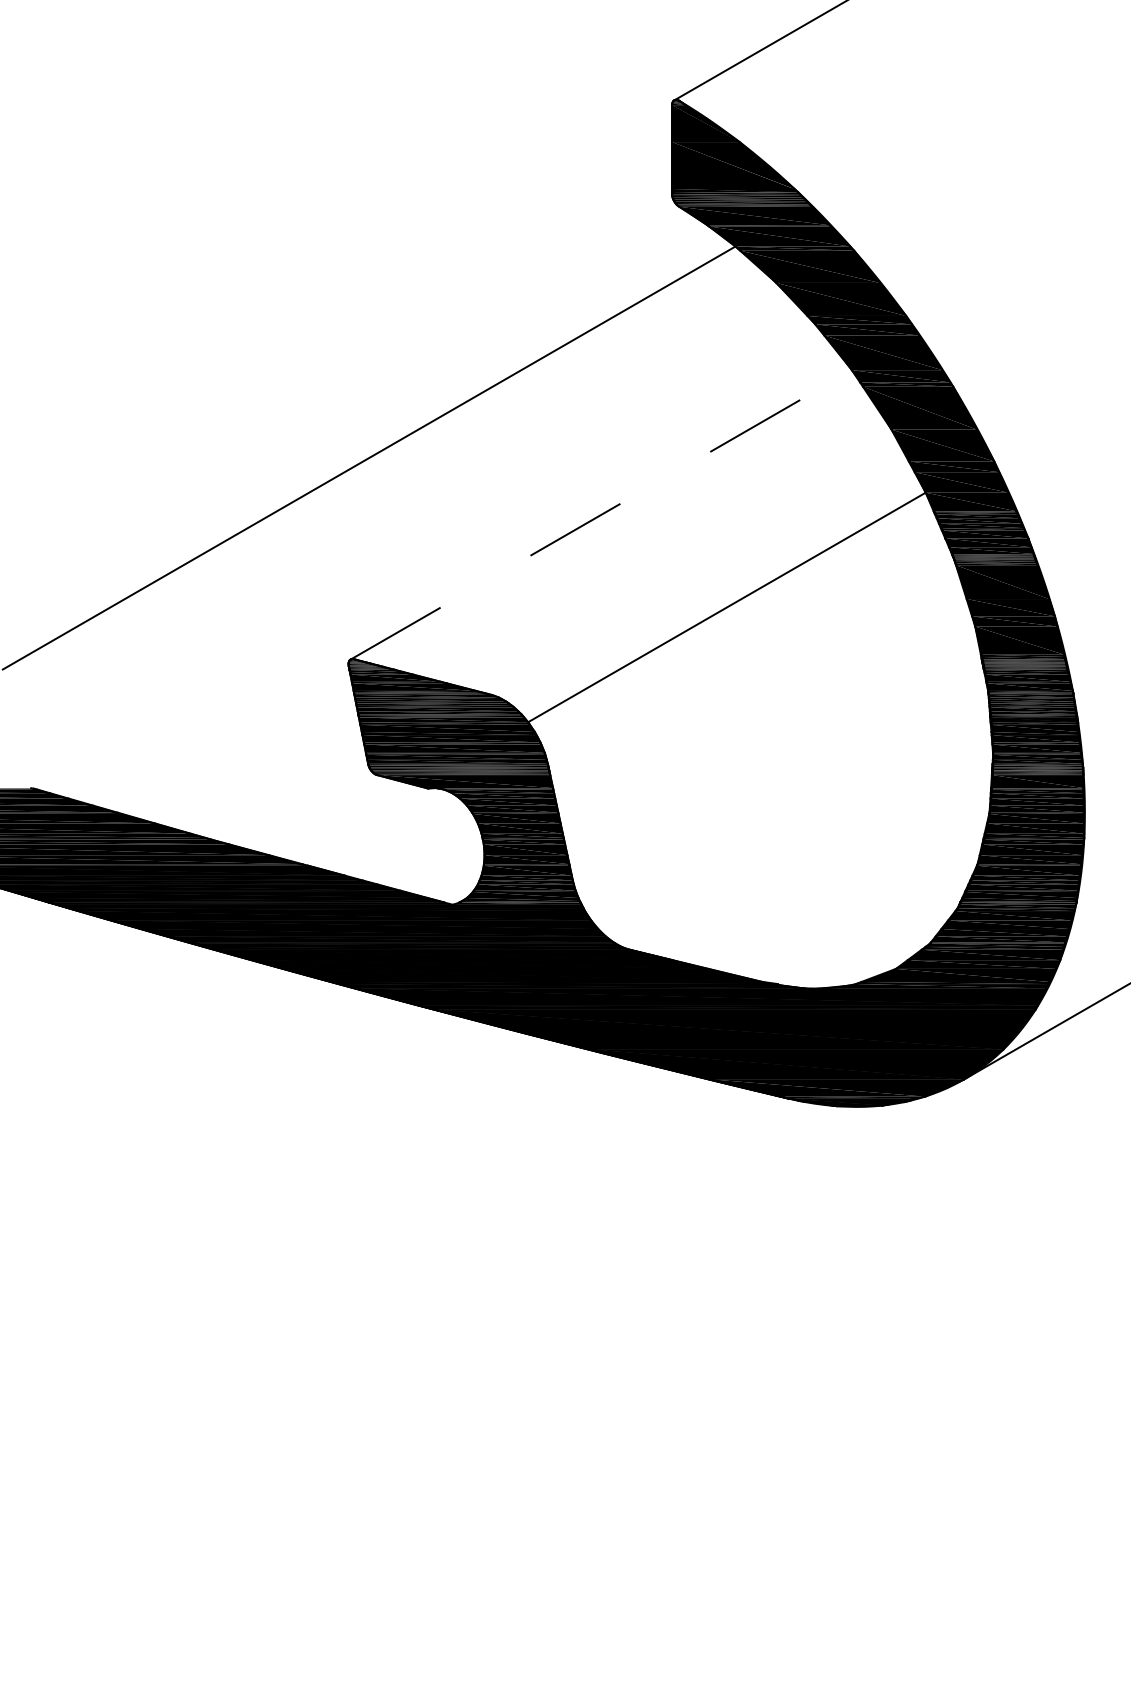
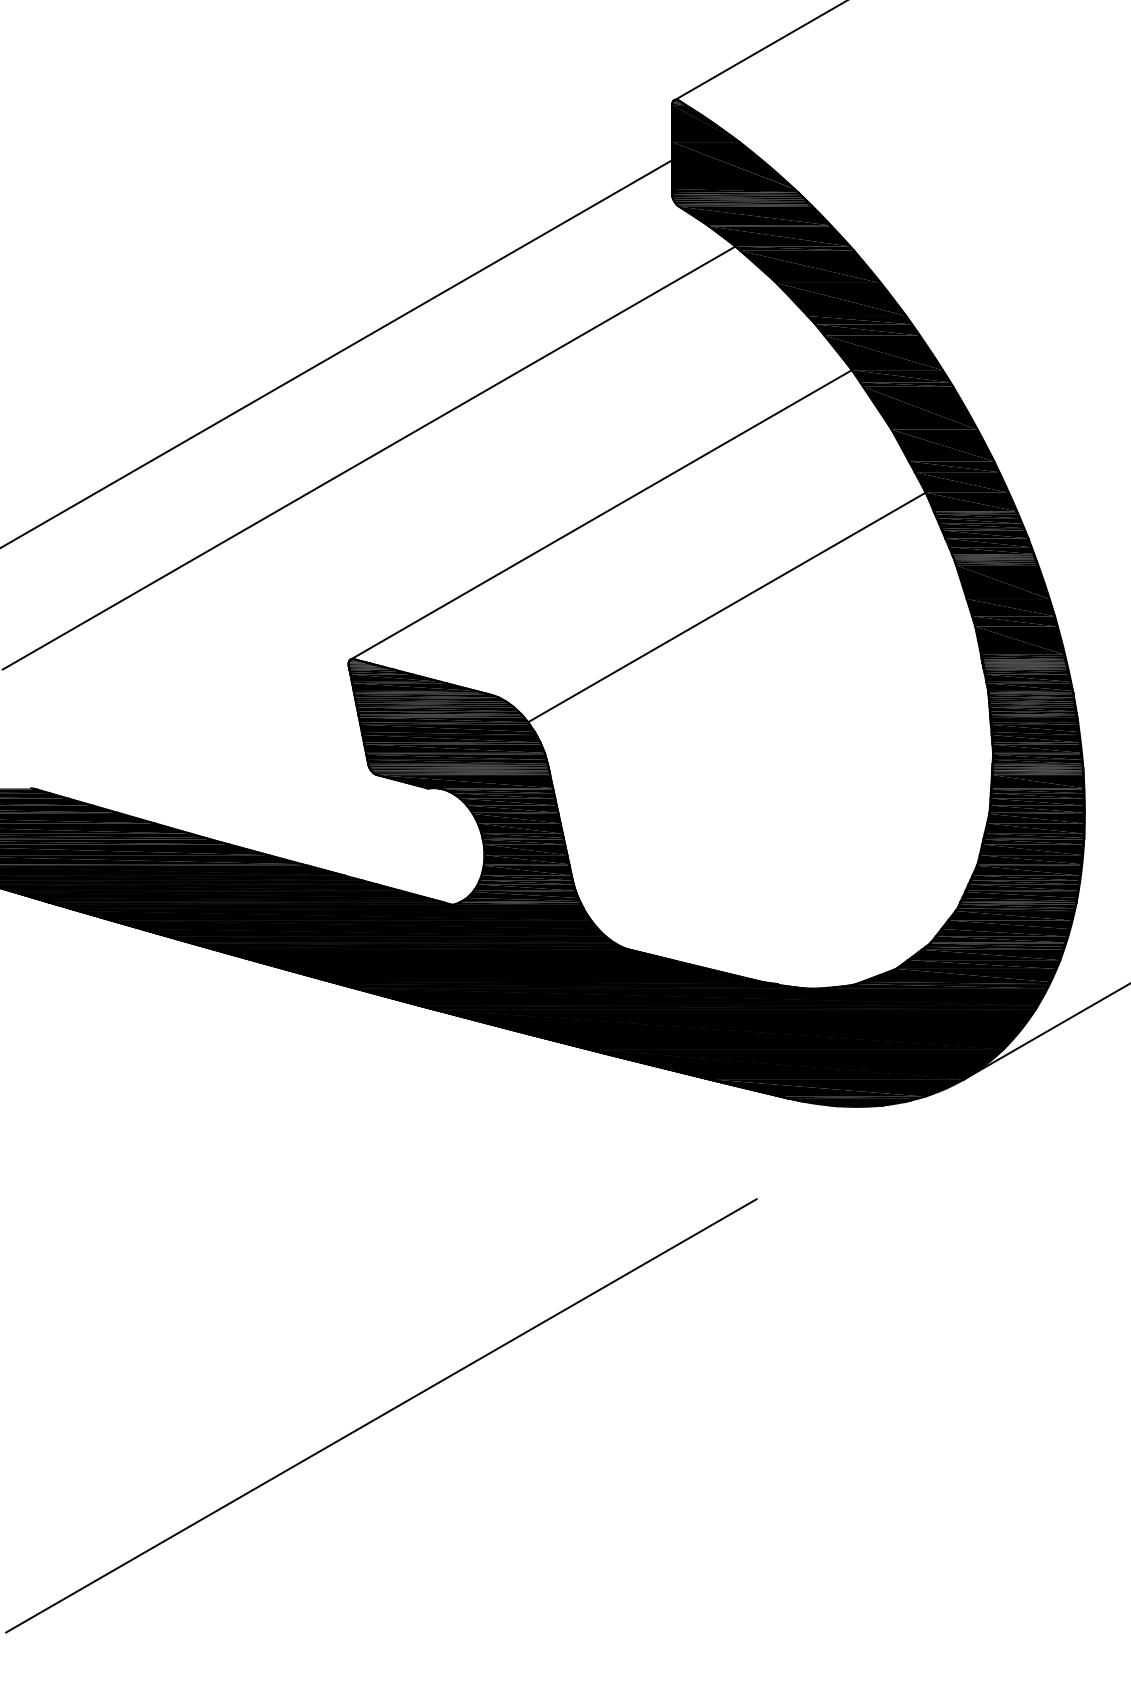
line at (337, 353): none -> present
line at (601, 514): dashed -> solid
line at (381, 1415): none -> present
